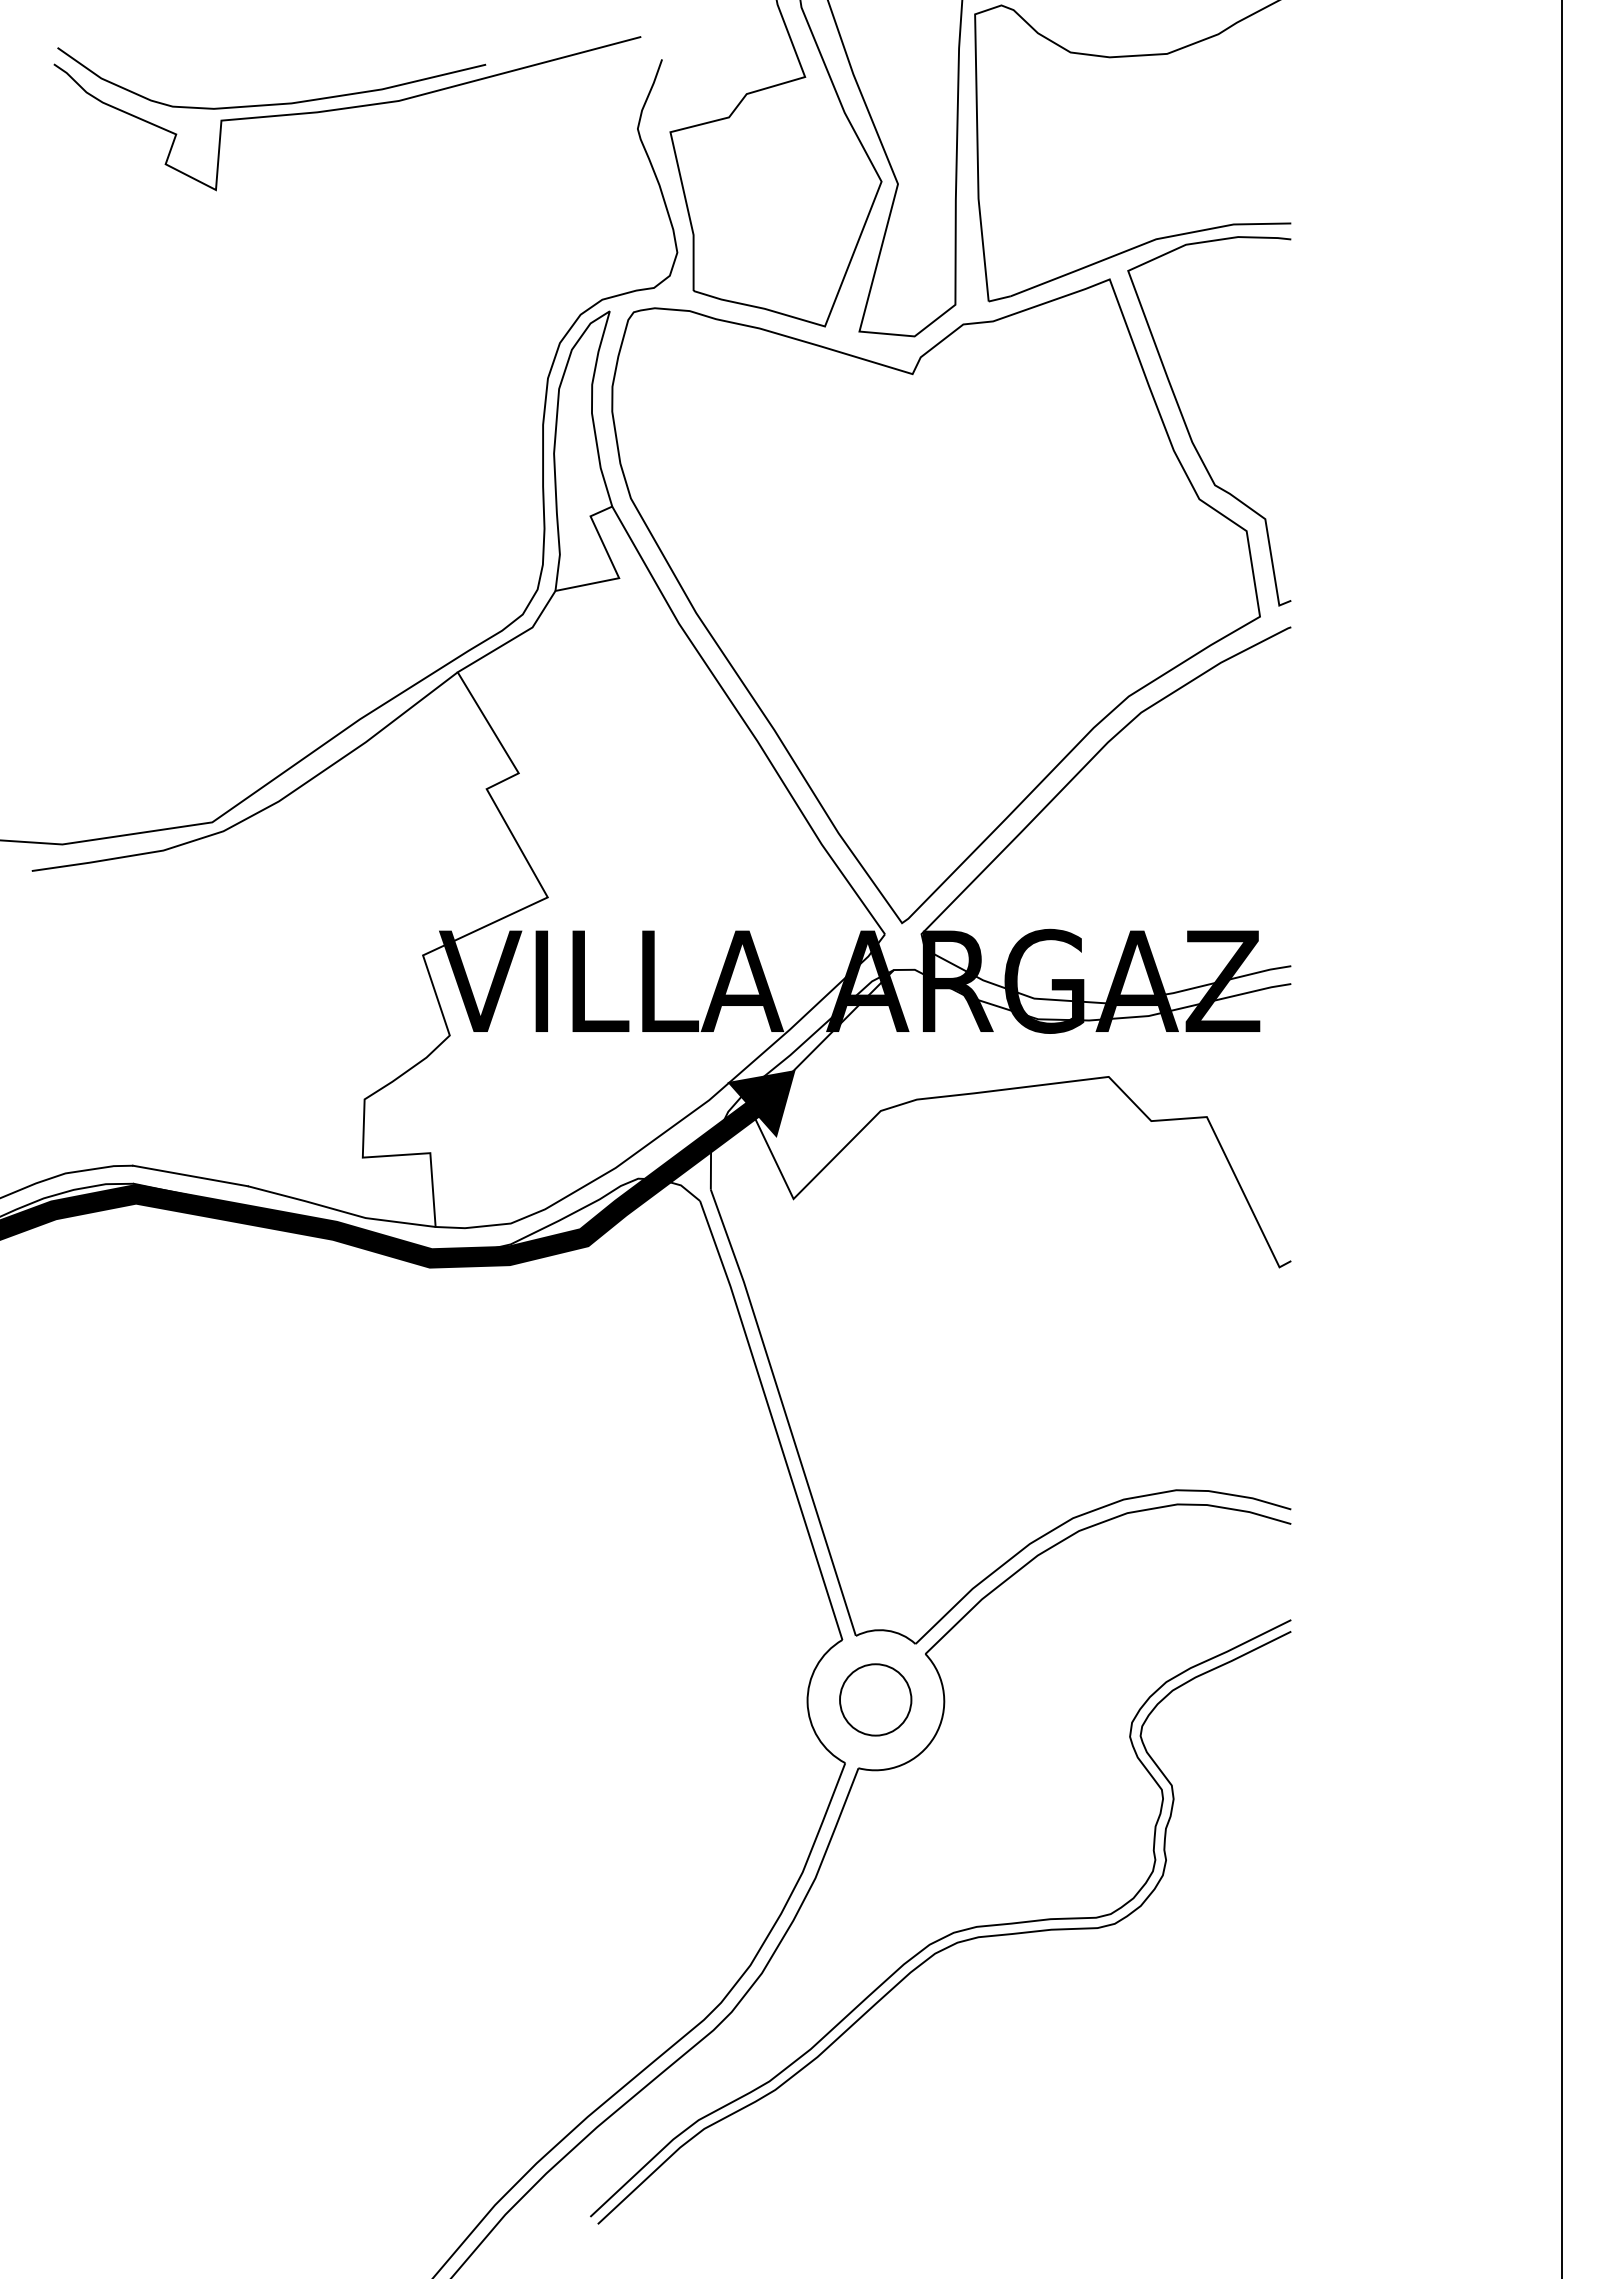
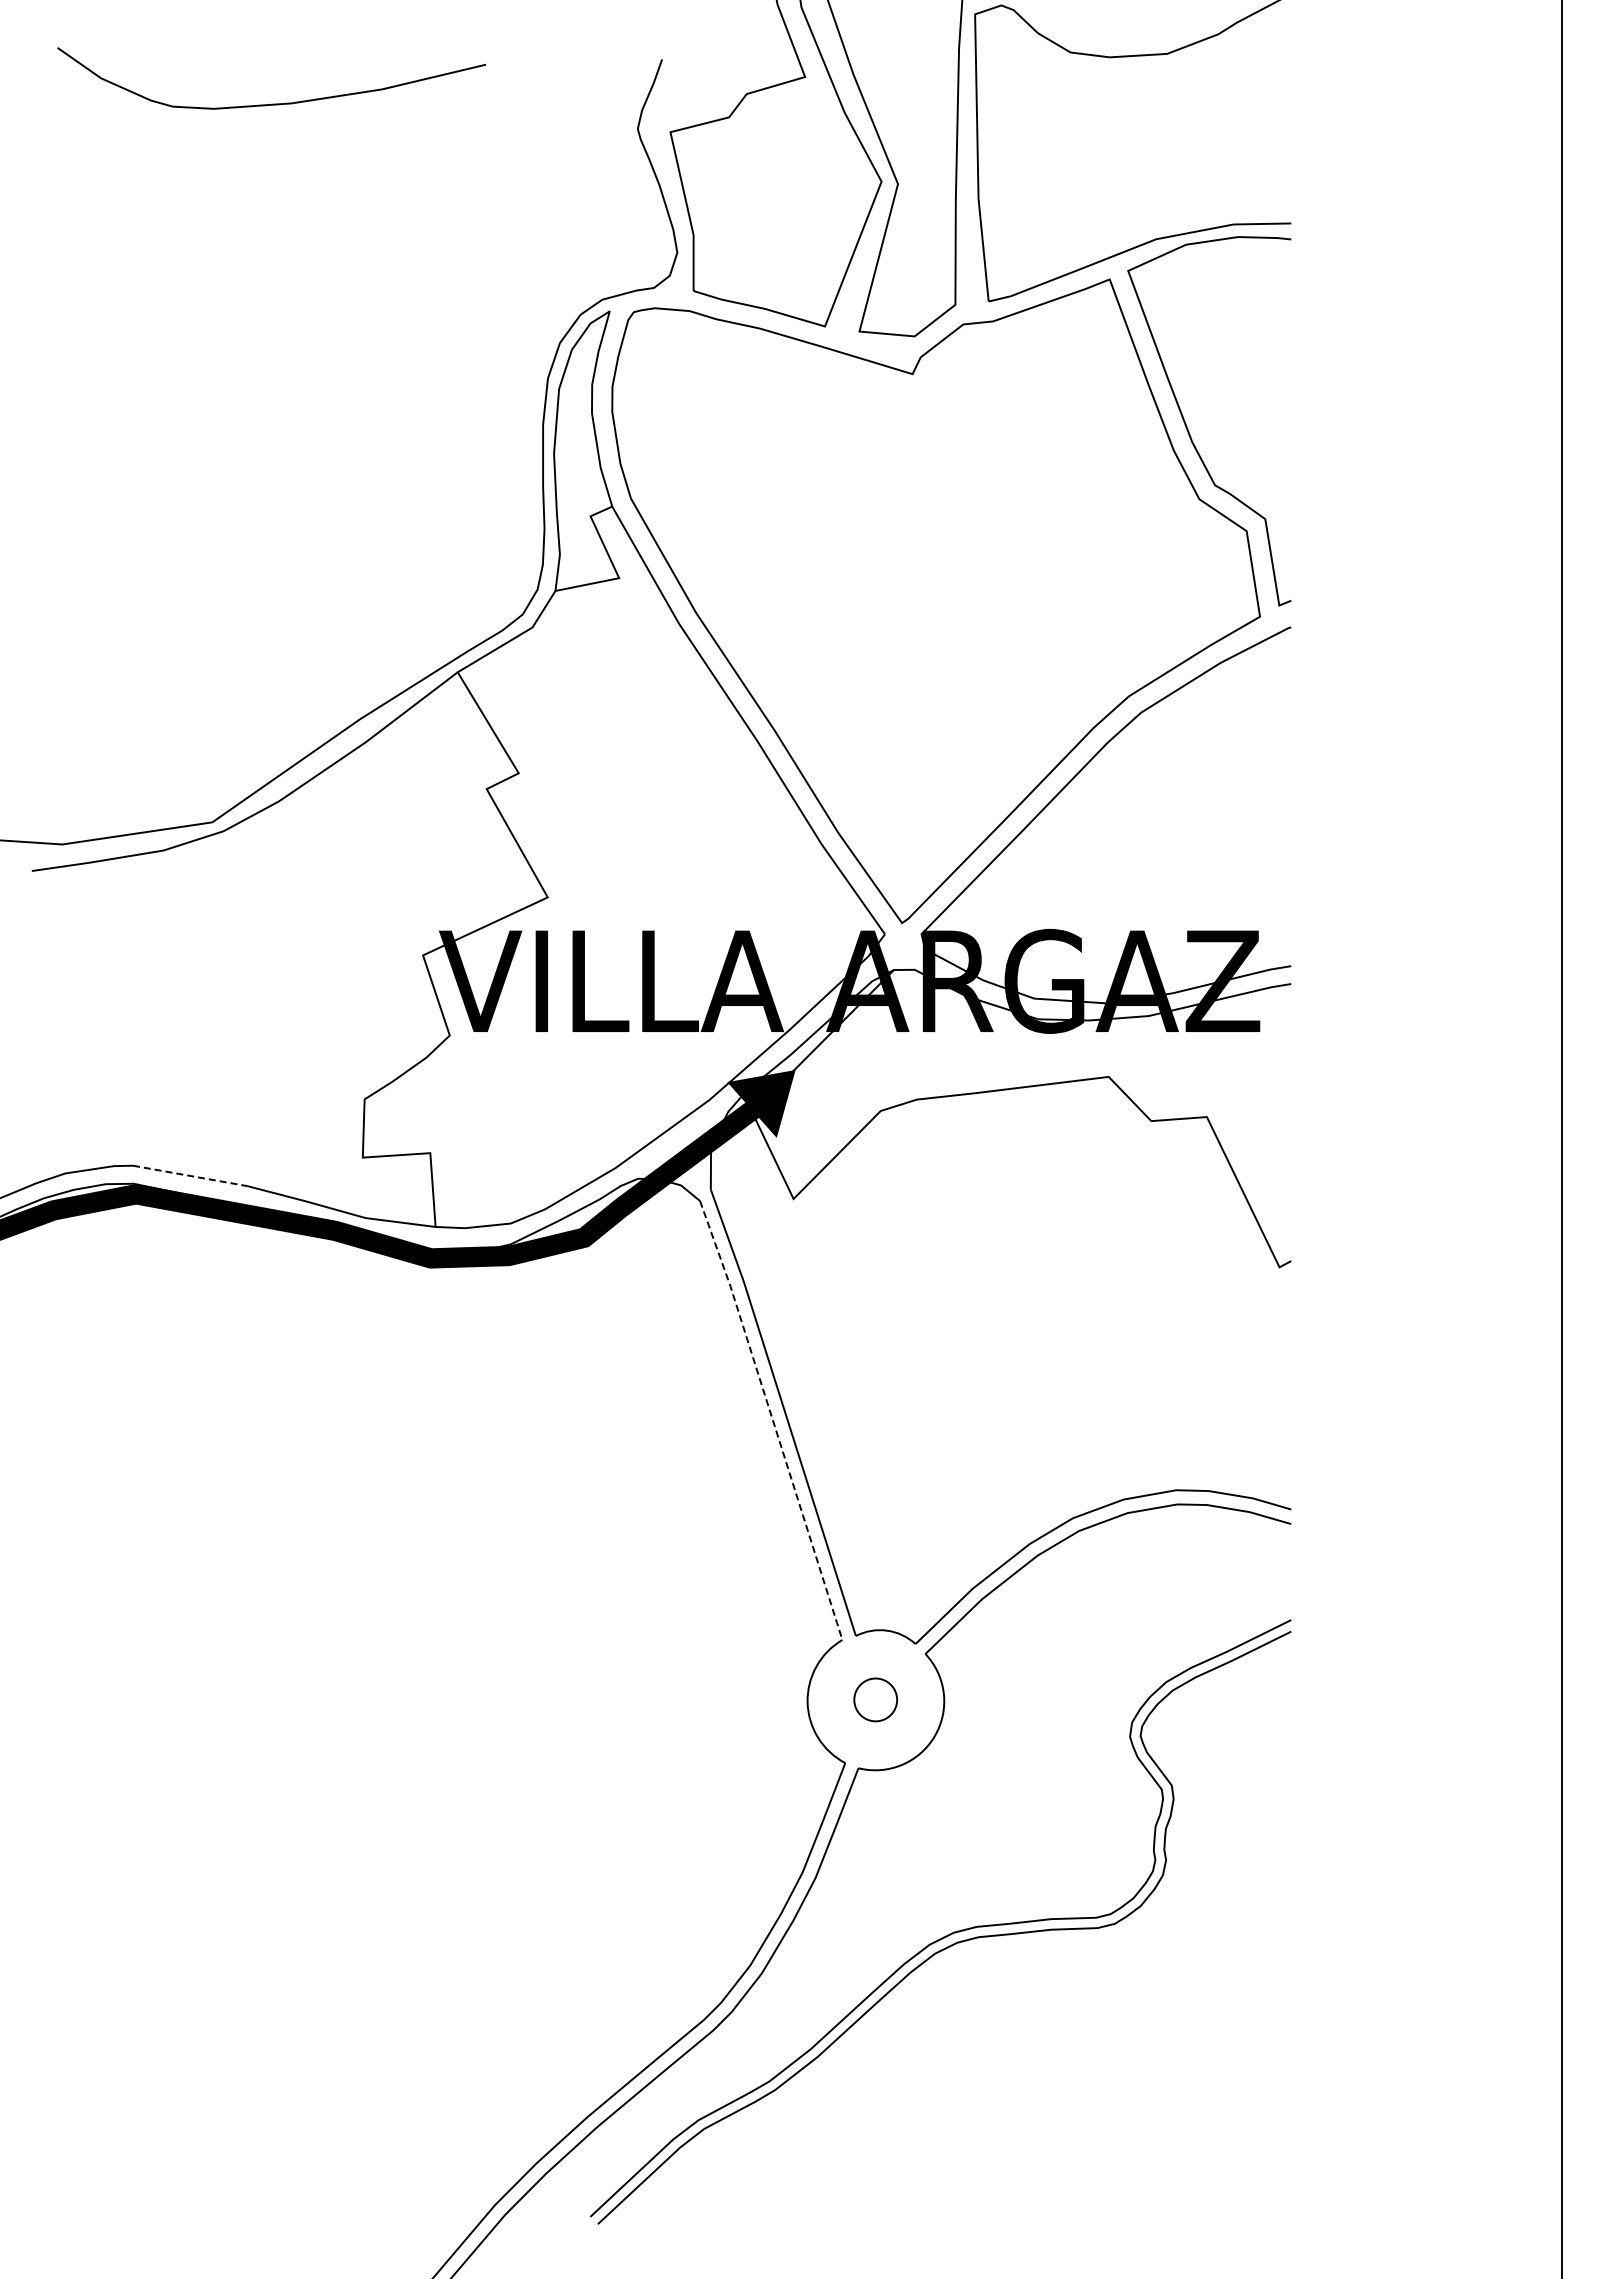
curve at (346, 109): present -> none
line at (190, 1176): solid -> dashed
line at (772, 1419): solid -> dashed
circle at (875, 1699) diameter: 71 px -> 43 px
